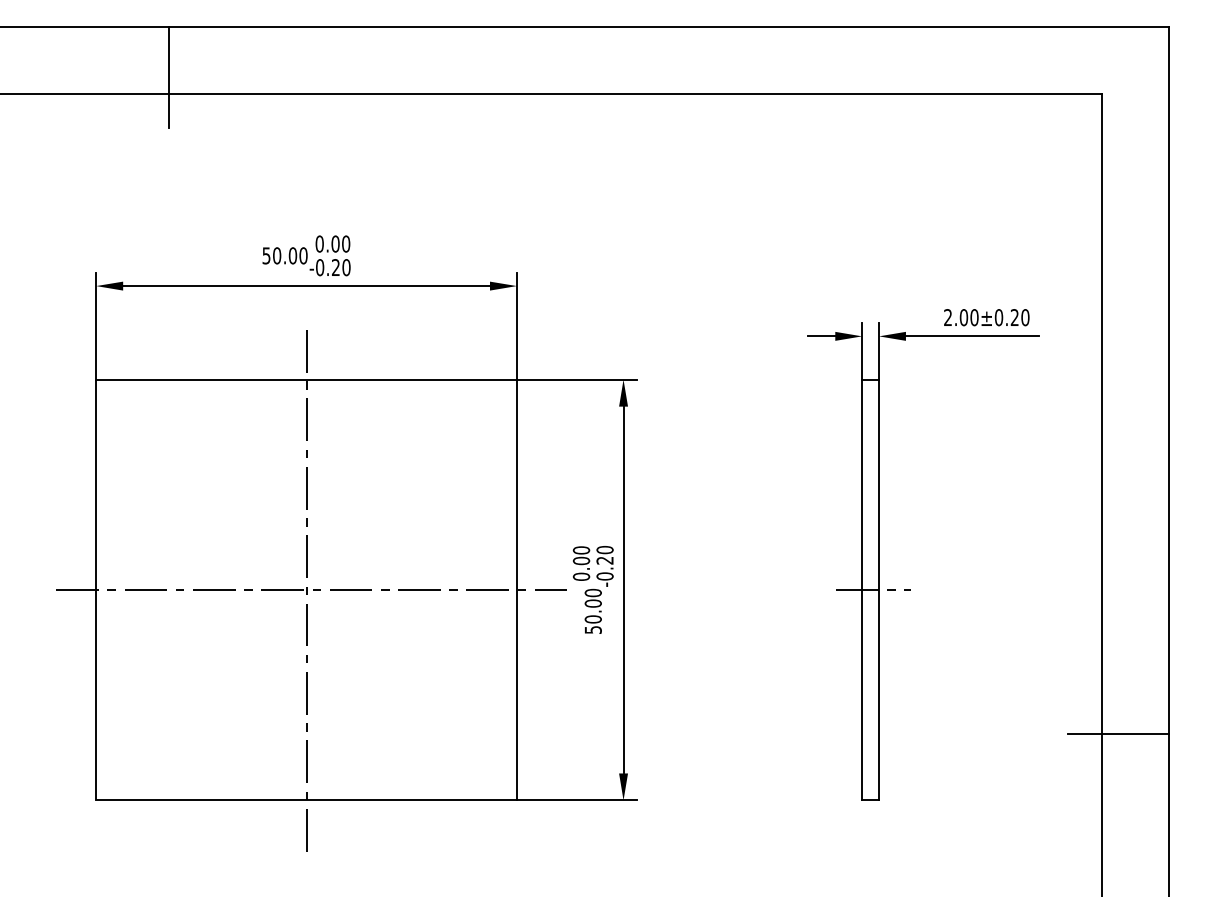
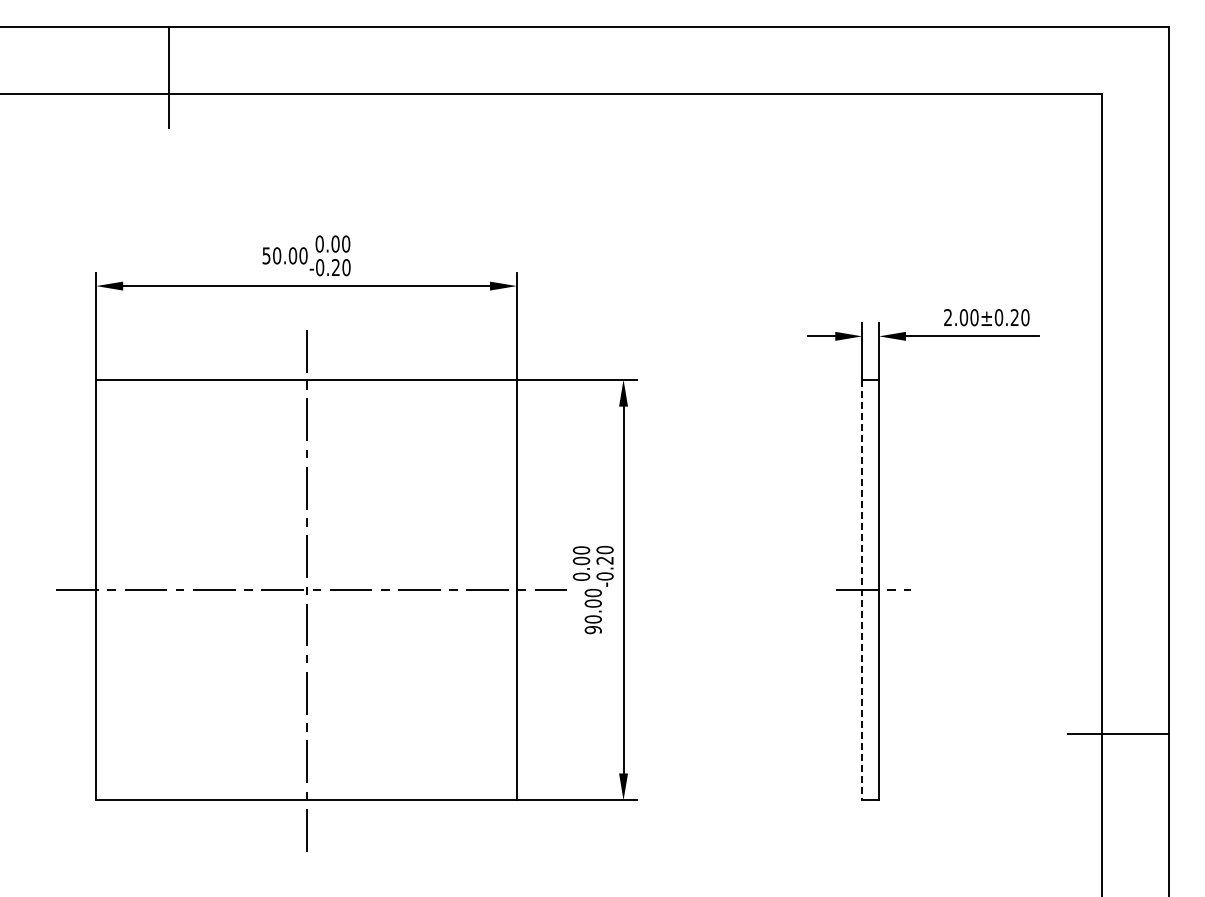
line at (862, 590): solid -> dashed
text at (592, 630): 50.00 -> 90.00
